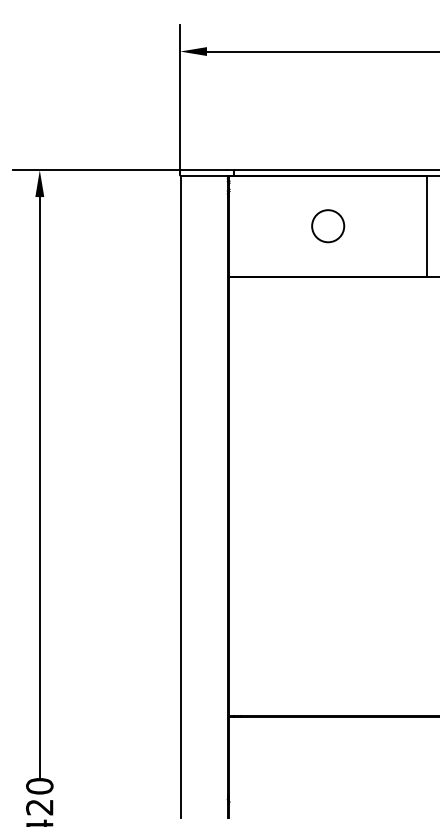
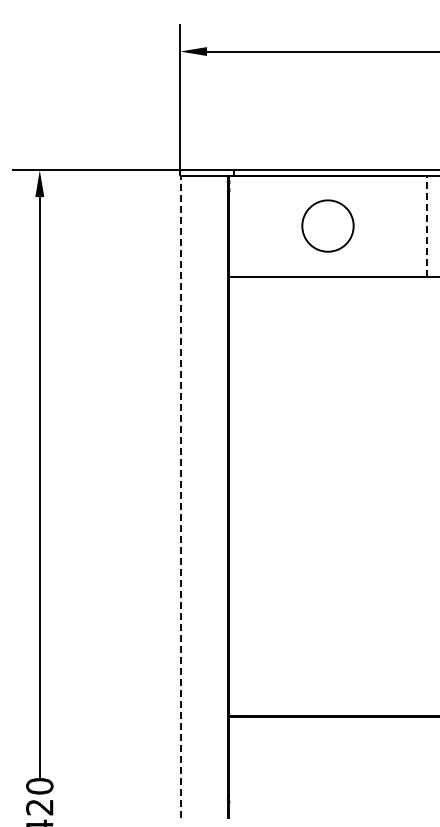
circle at (328, 226) size: 35x35 px -> 54x54 px
line at (426, 226): solid -> dashed
line at (180, 496): solid -> dashed
